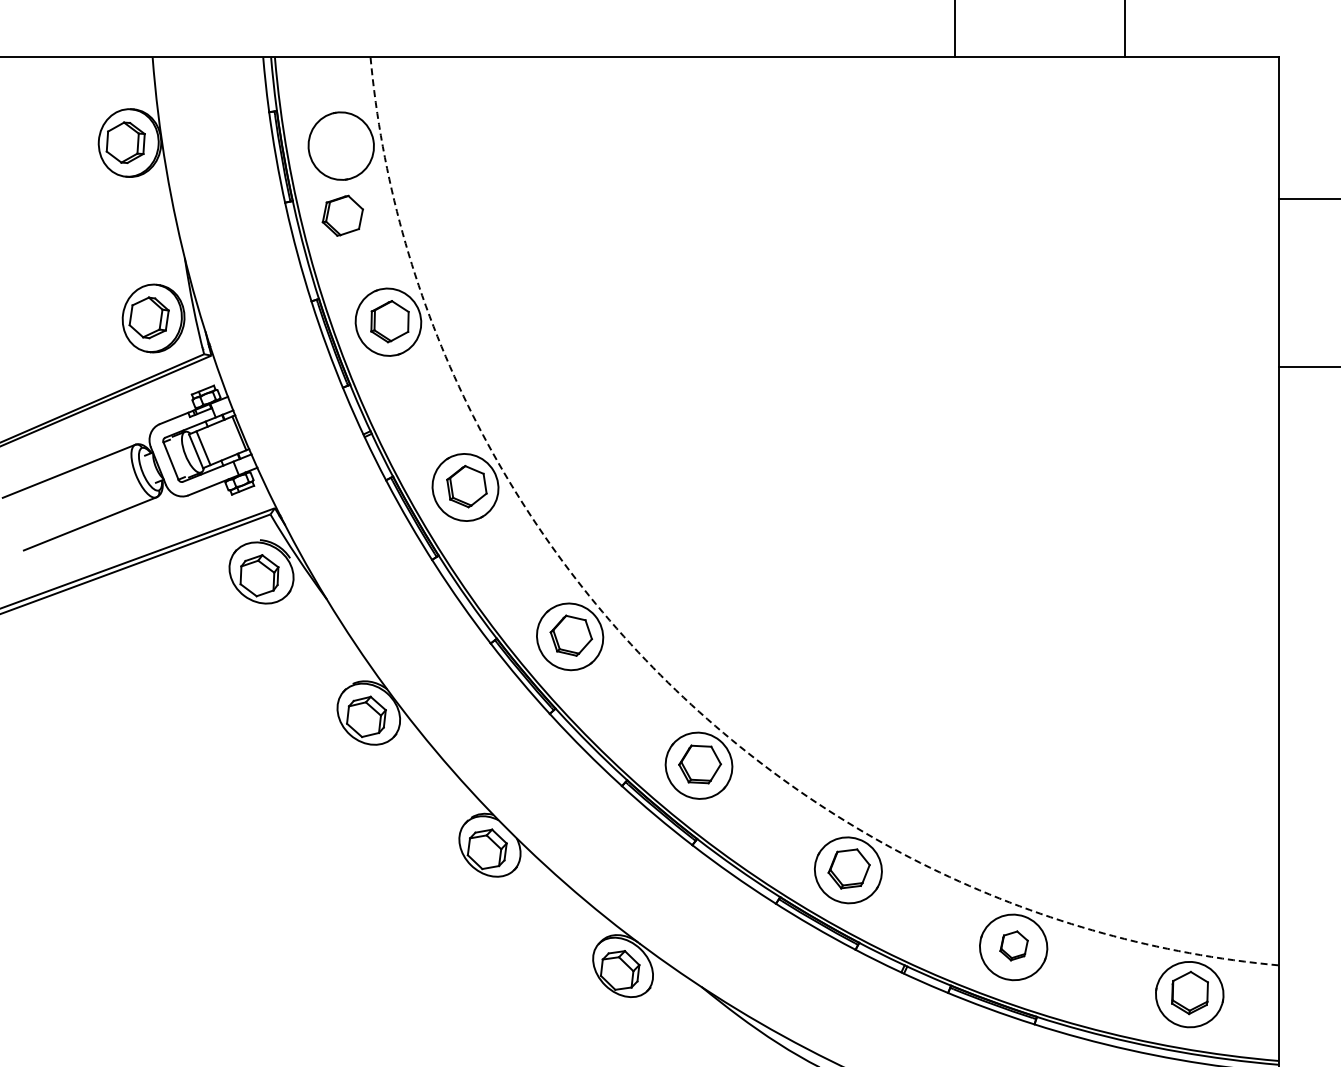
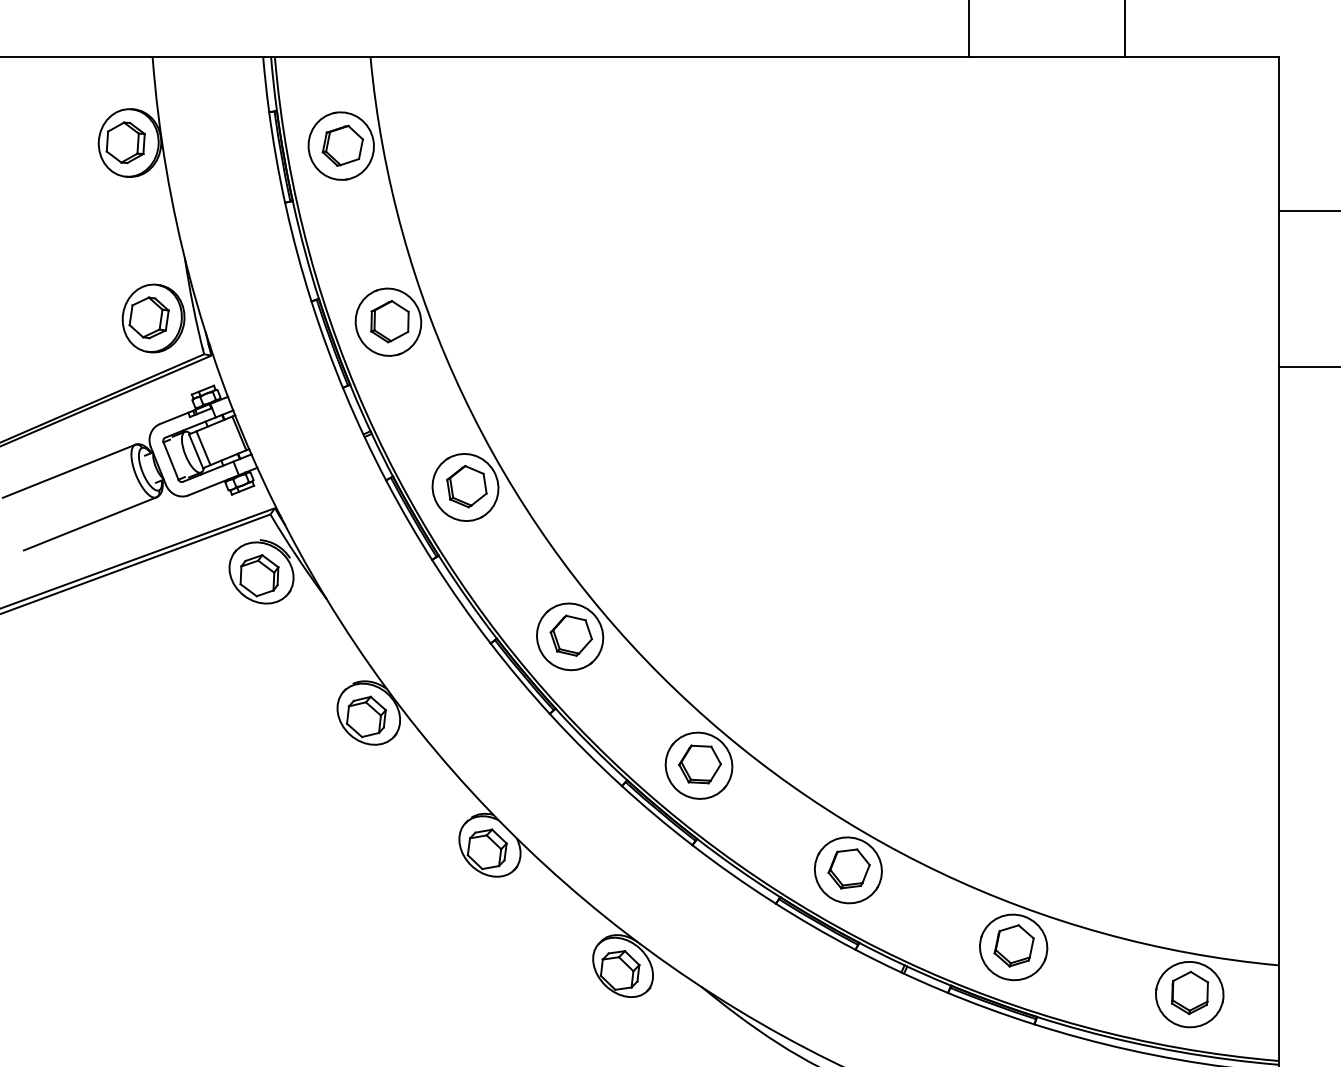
line at (955, 29) position: (955, 29) -> (969, 29)
line at (1307, 199) position: (1307, 199) -> (1307, 211)
part at (342, 215) position: (342, 215) -> (342, 145)
arc at (660, 675): dashed -> solid
part at (1013, 945) size: 30x32 px -> 42x44 px
